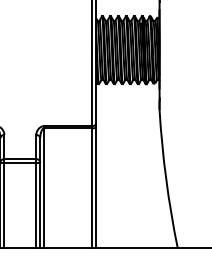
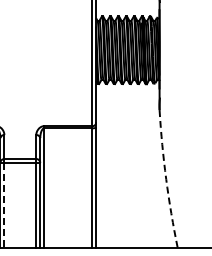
arc at (166, 179): solid -> dashed
line at (4, 205): solid -> dashed
